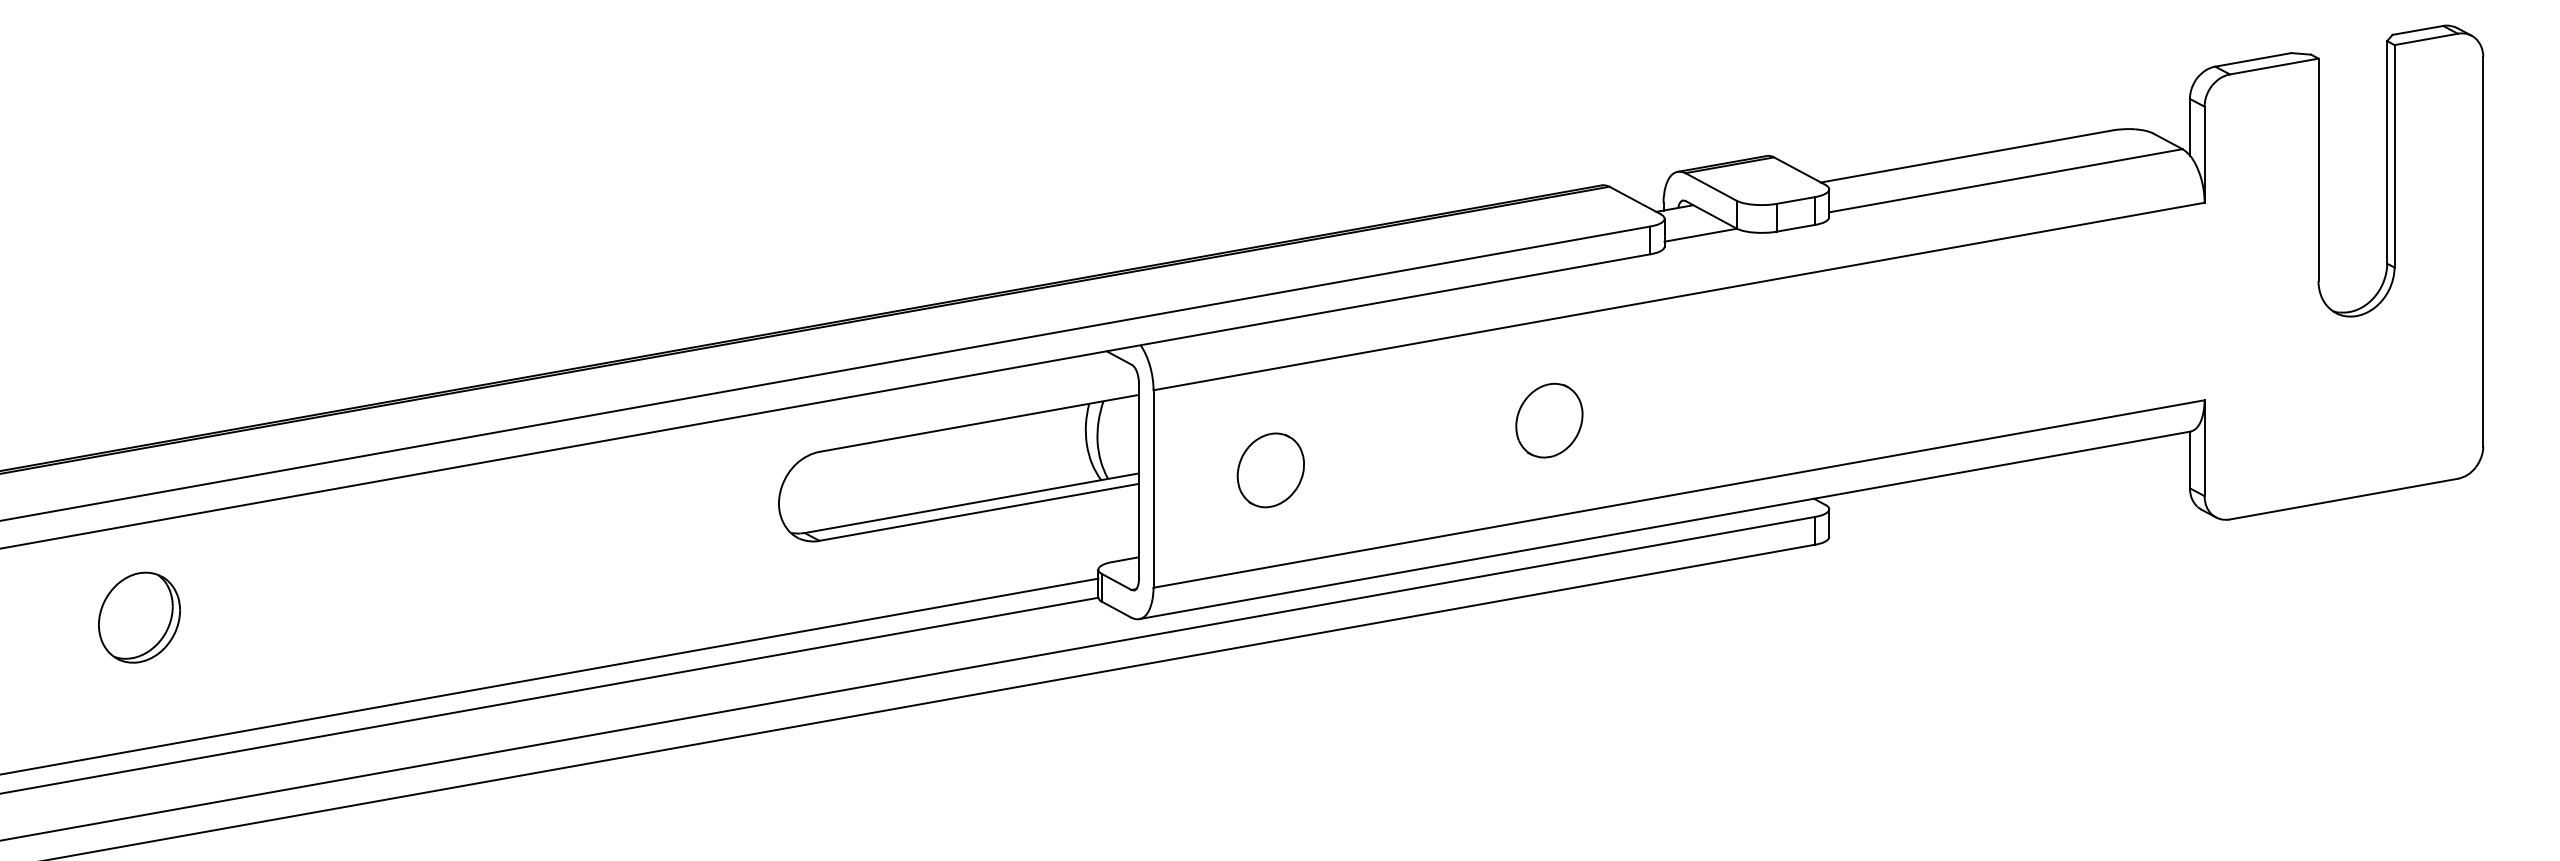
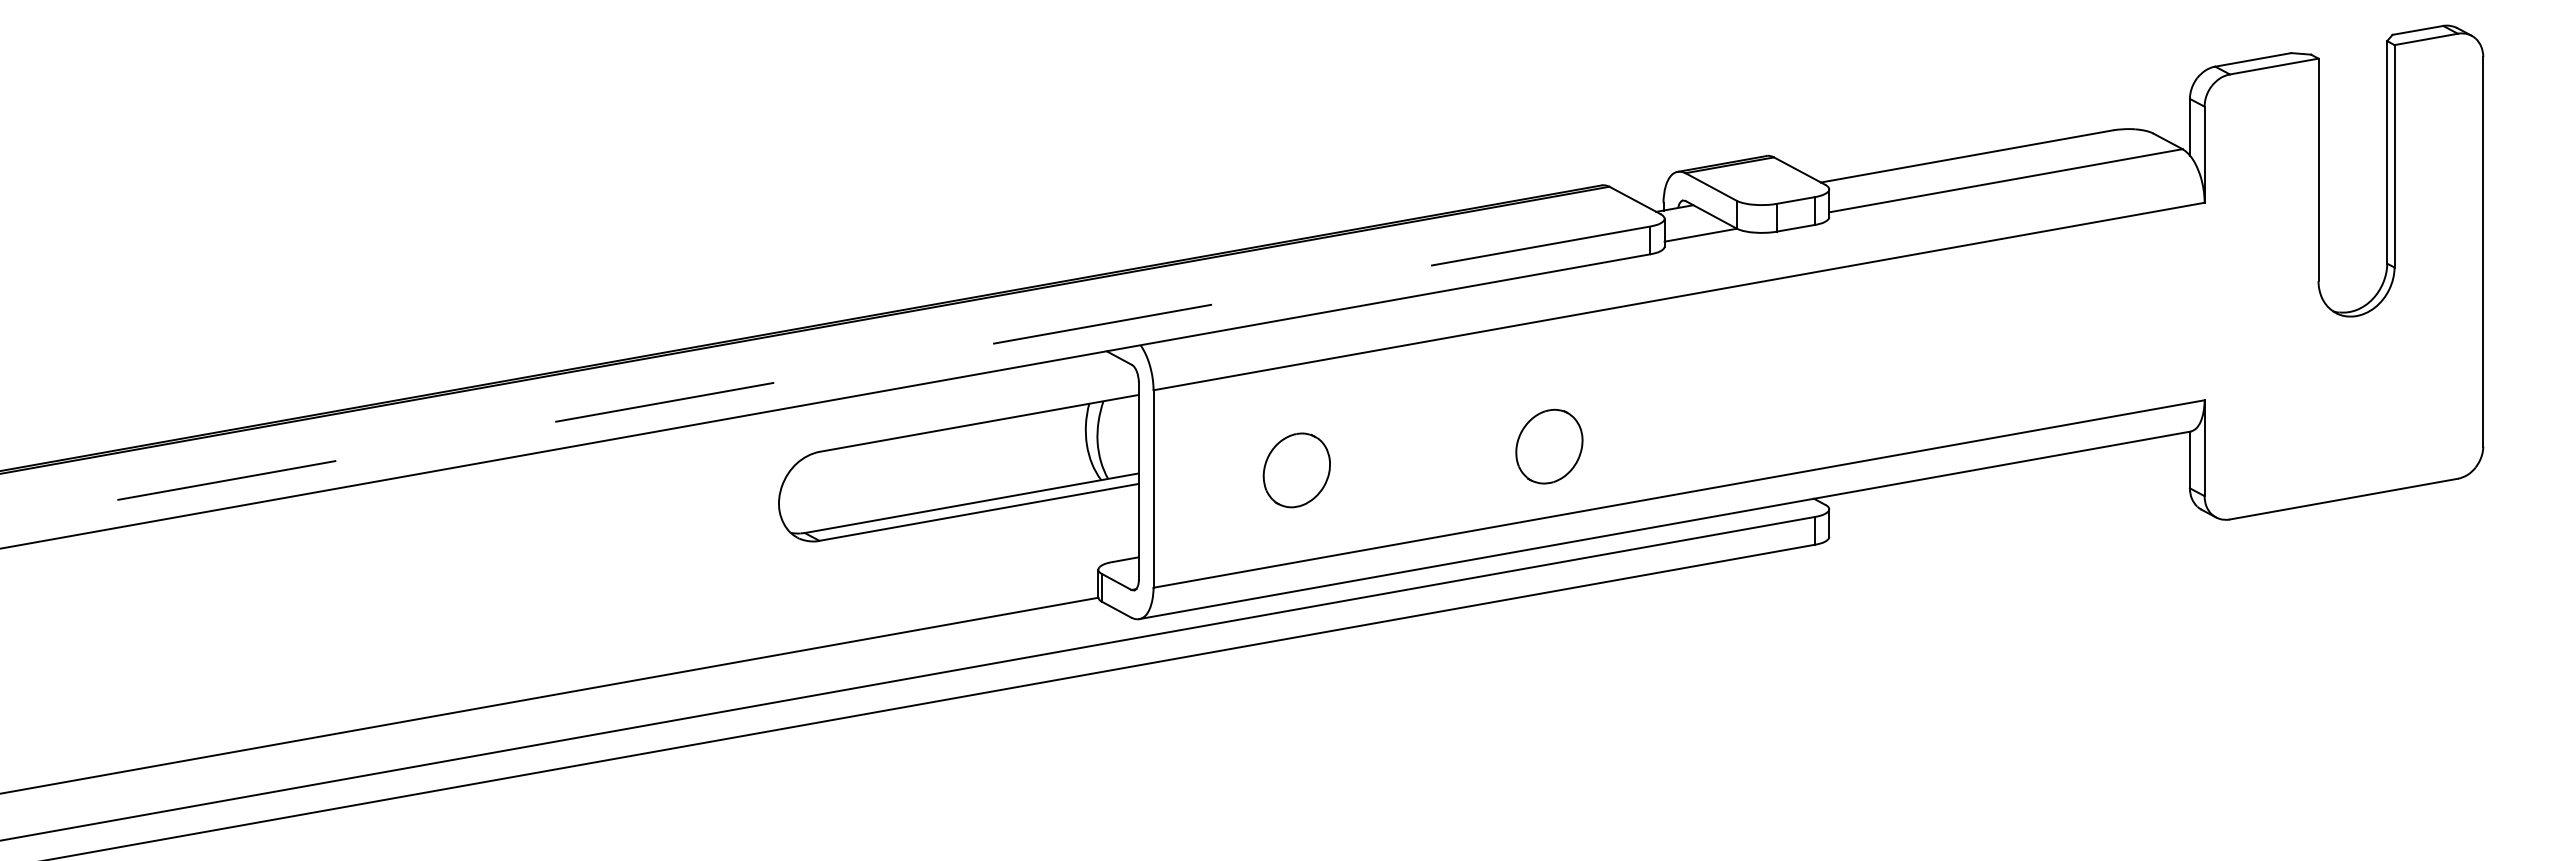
line at (825, 373): solid -> dashed
part at (1549, 420) position: (1549, 420) -> (1549, 446)
part at (1270, 470) position: (1270, 470) -> (1296, 470)
part at (139, 617): present -> none
line at (550, 676): present -> none
